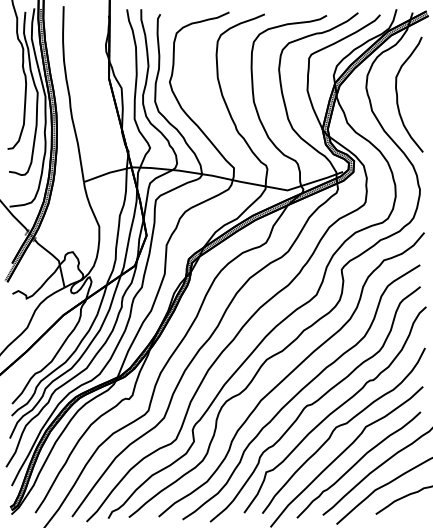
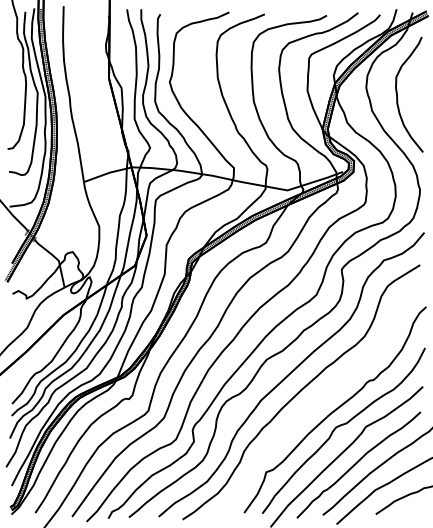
curve at (314, 403): present -> none
